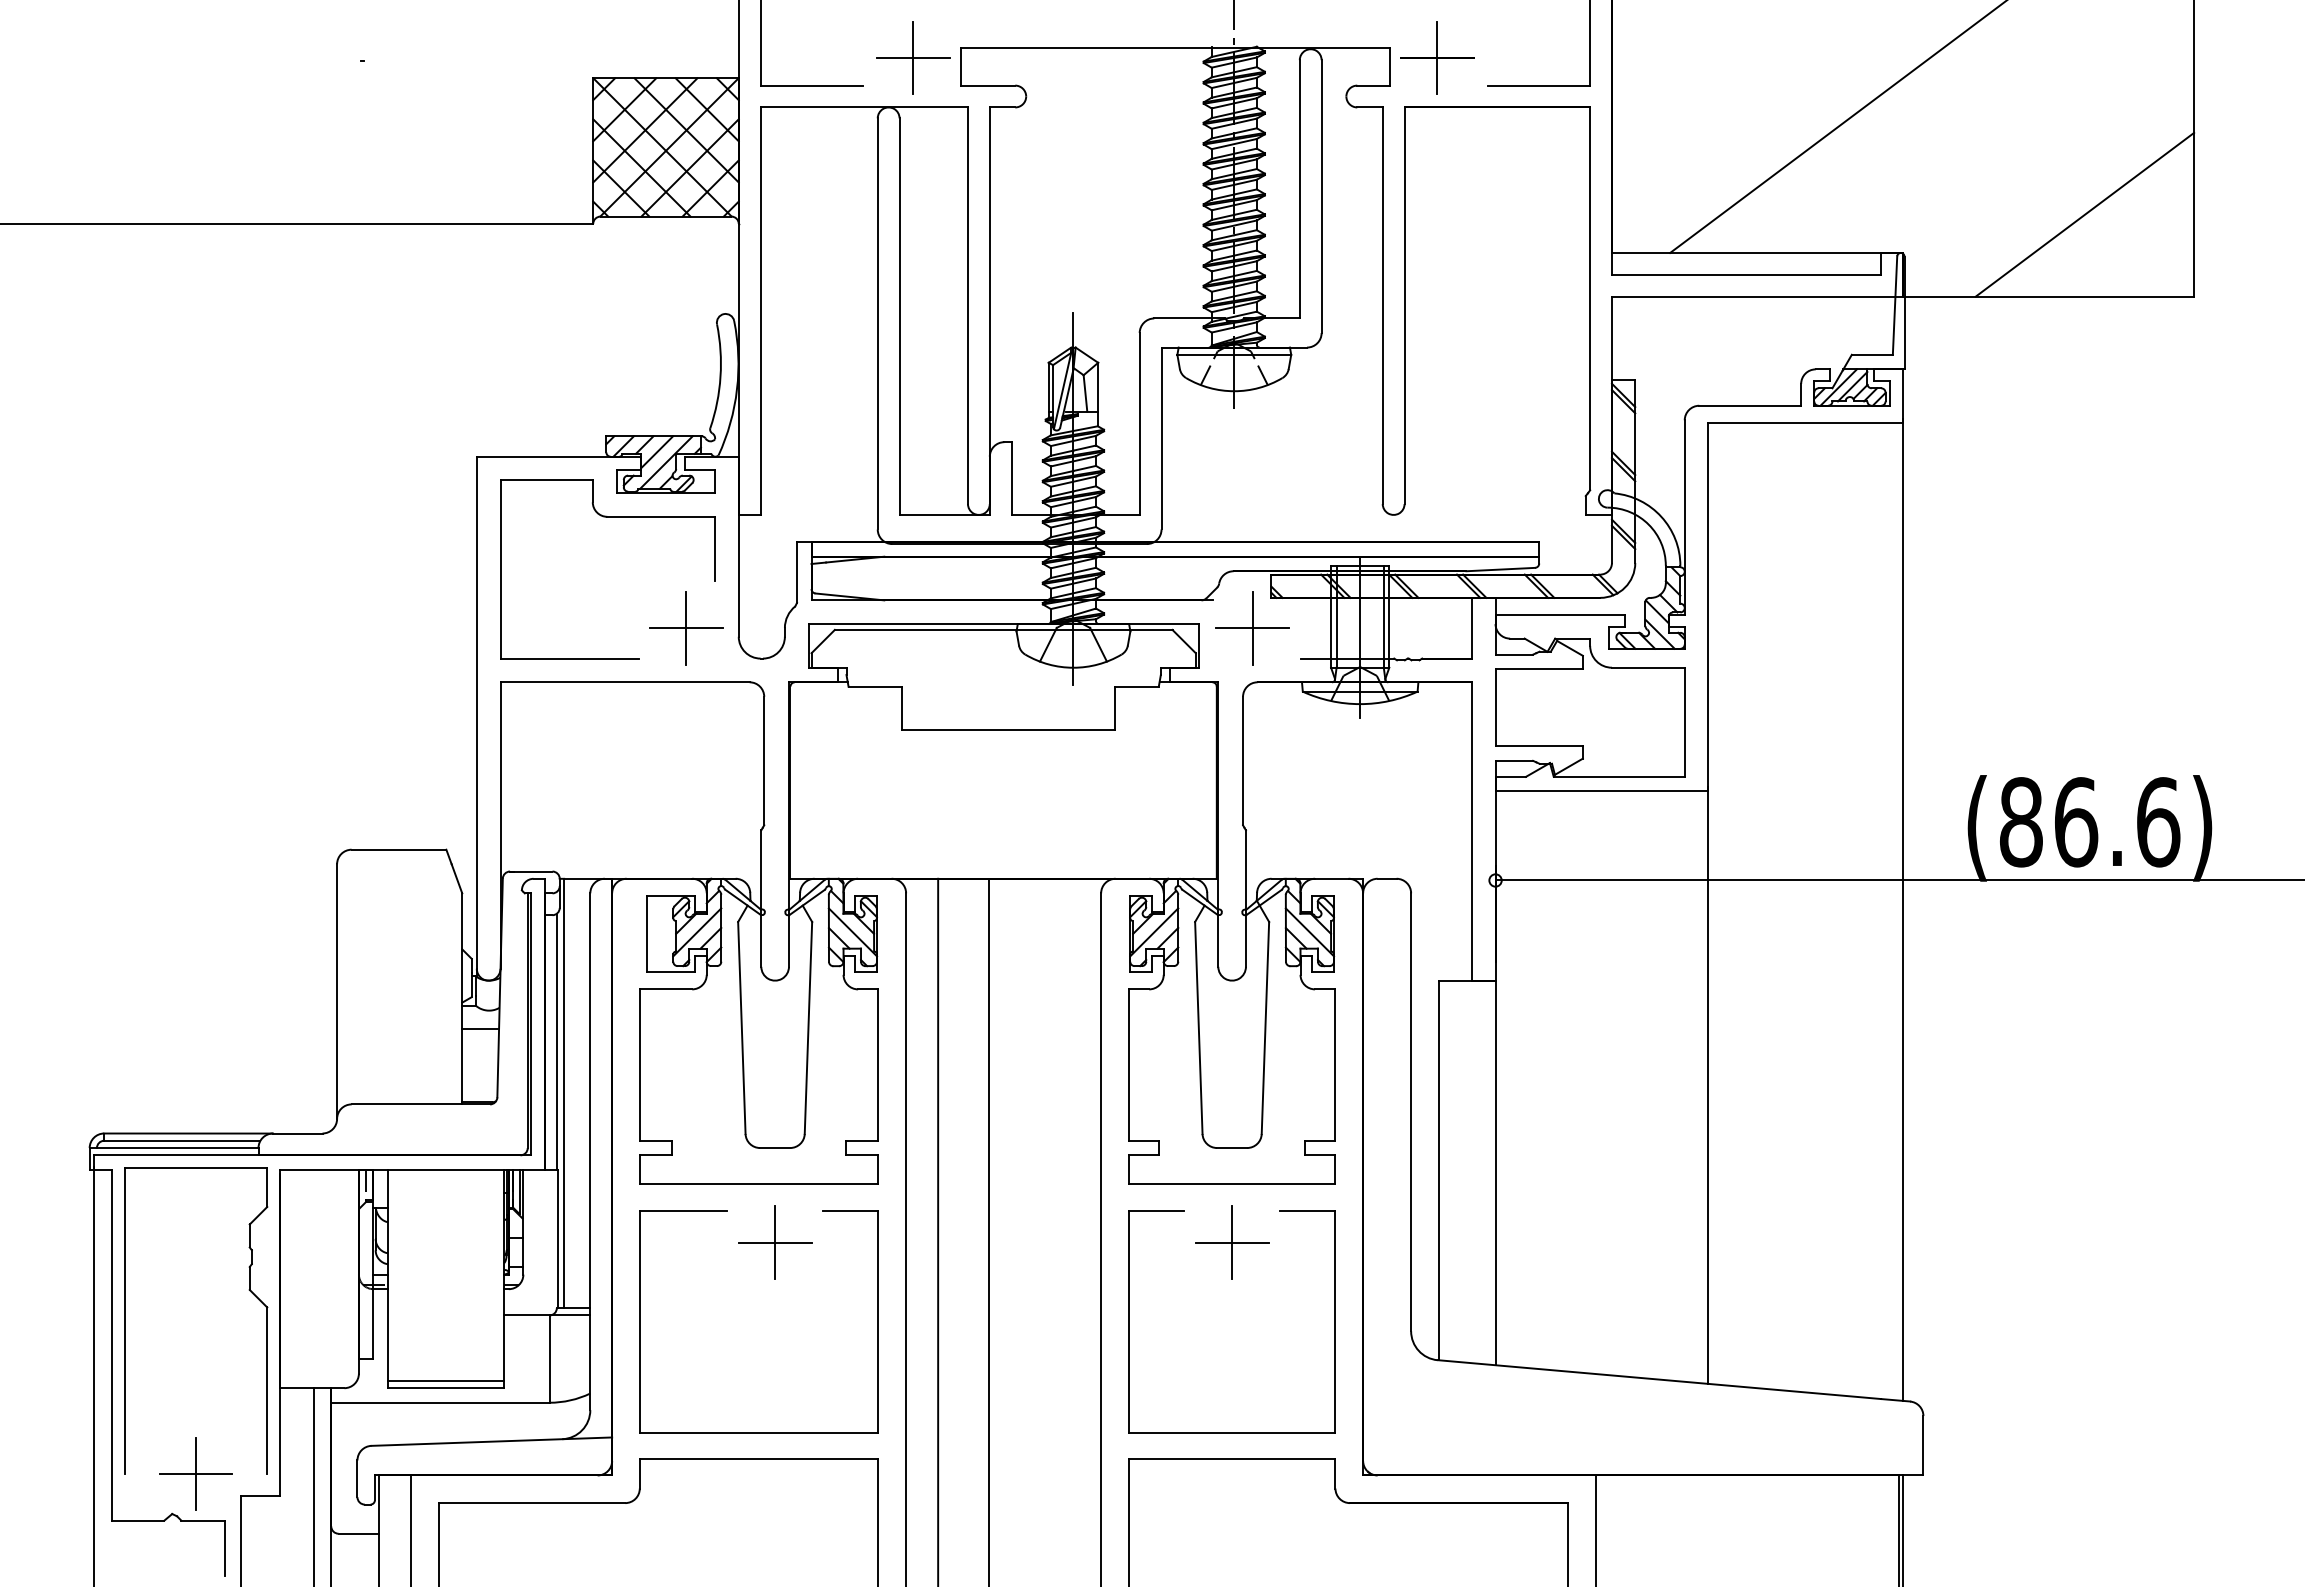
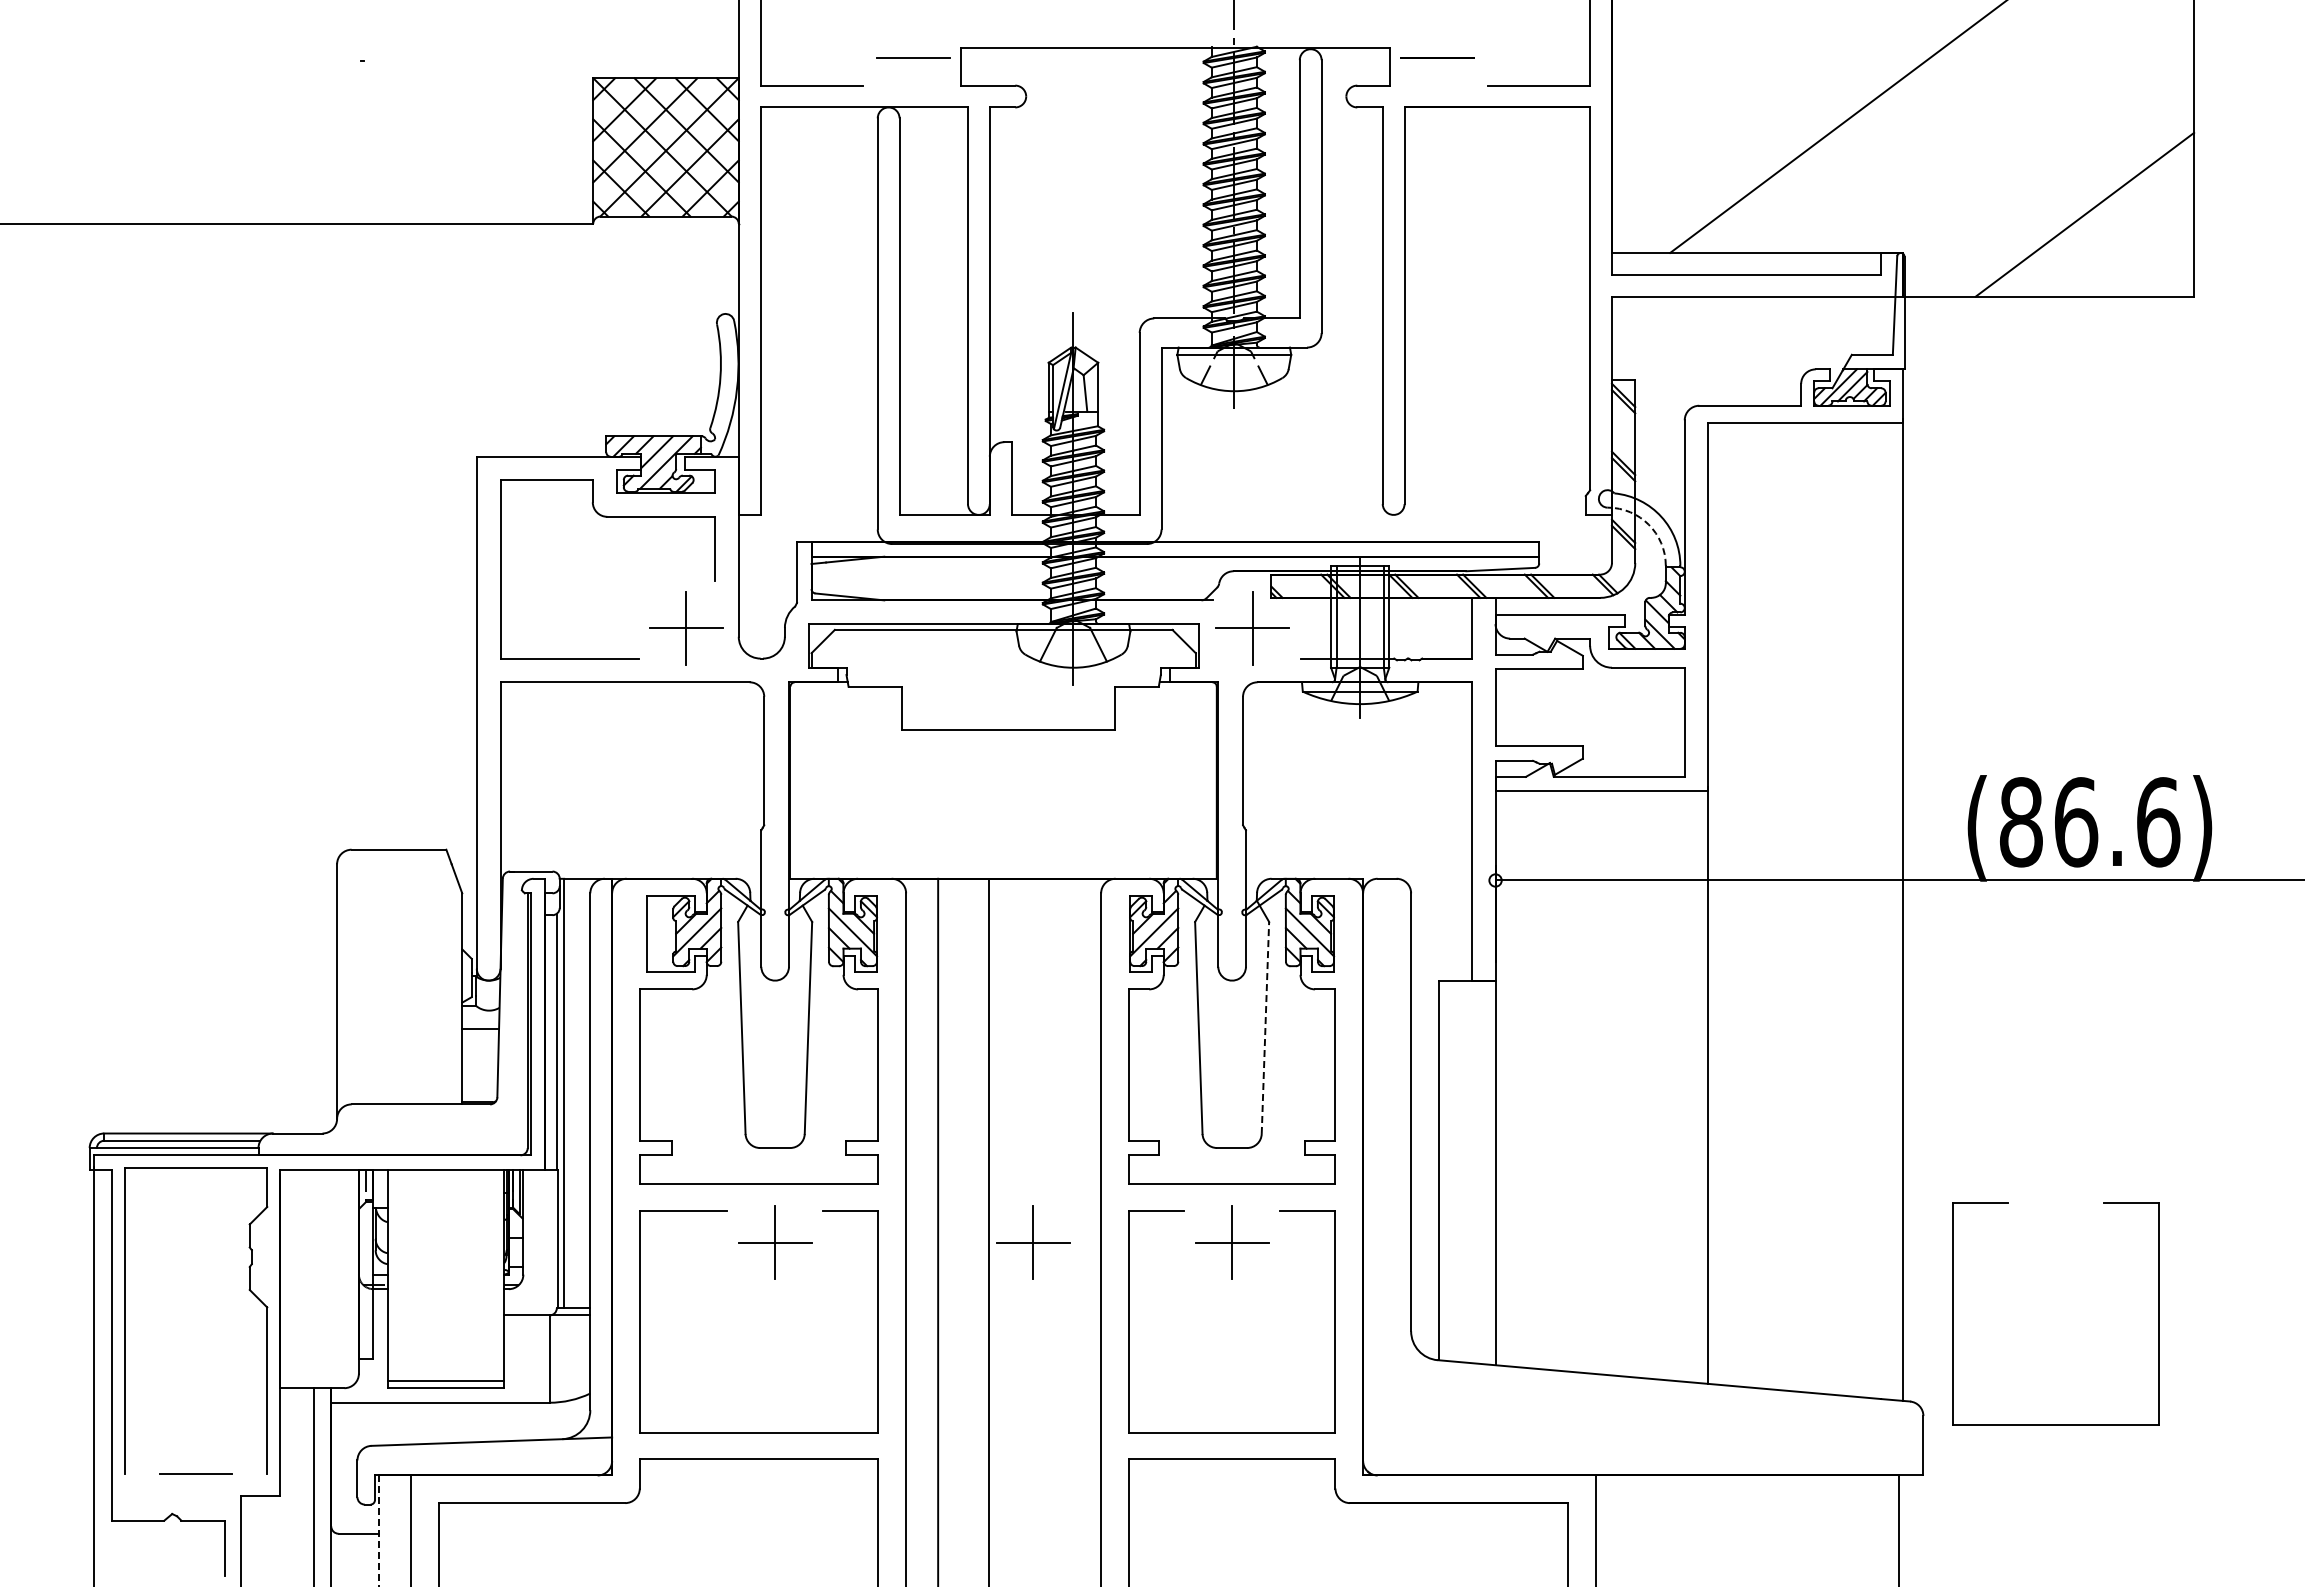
line at (913, 57): present -> none
line at (1437, 57): present -> none
arc at (1648, 524): solid -> dashed
line at (1265, 1027): solid -> dashed
part at (1033, 1242): none -> present
part at (1953, 1313): none -> present
line at (195, 1473): present -> none
line at (1903, 1529): present -> none
line at (379, 1531): solid -> dashed
